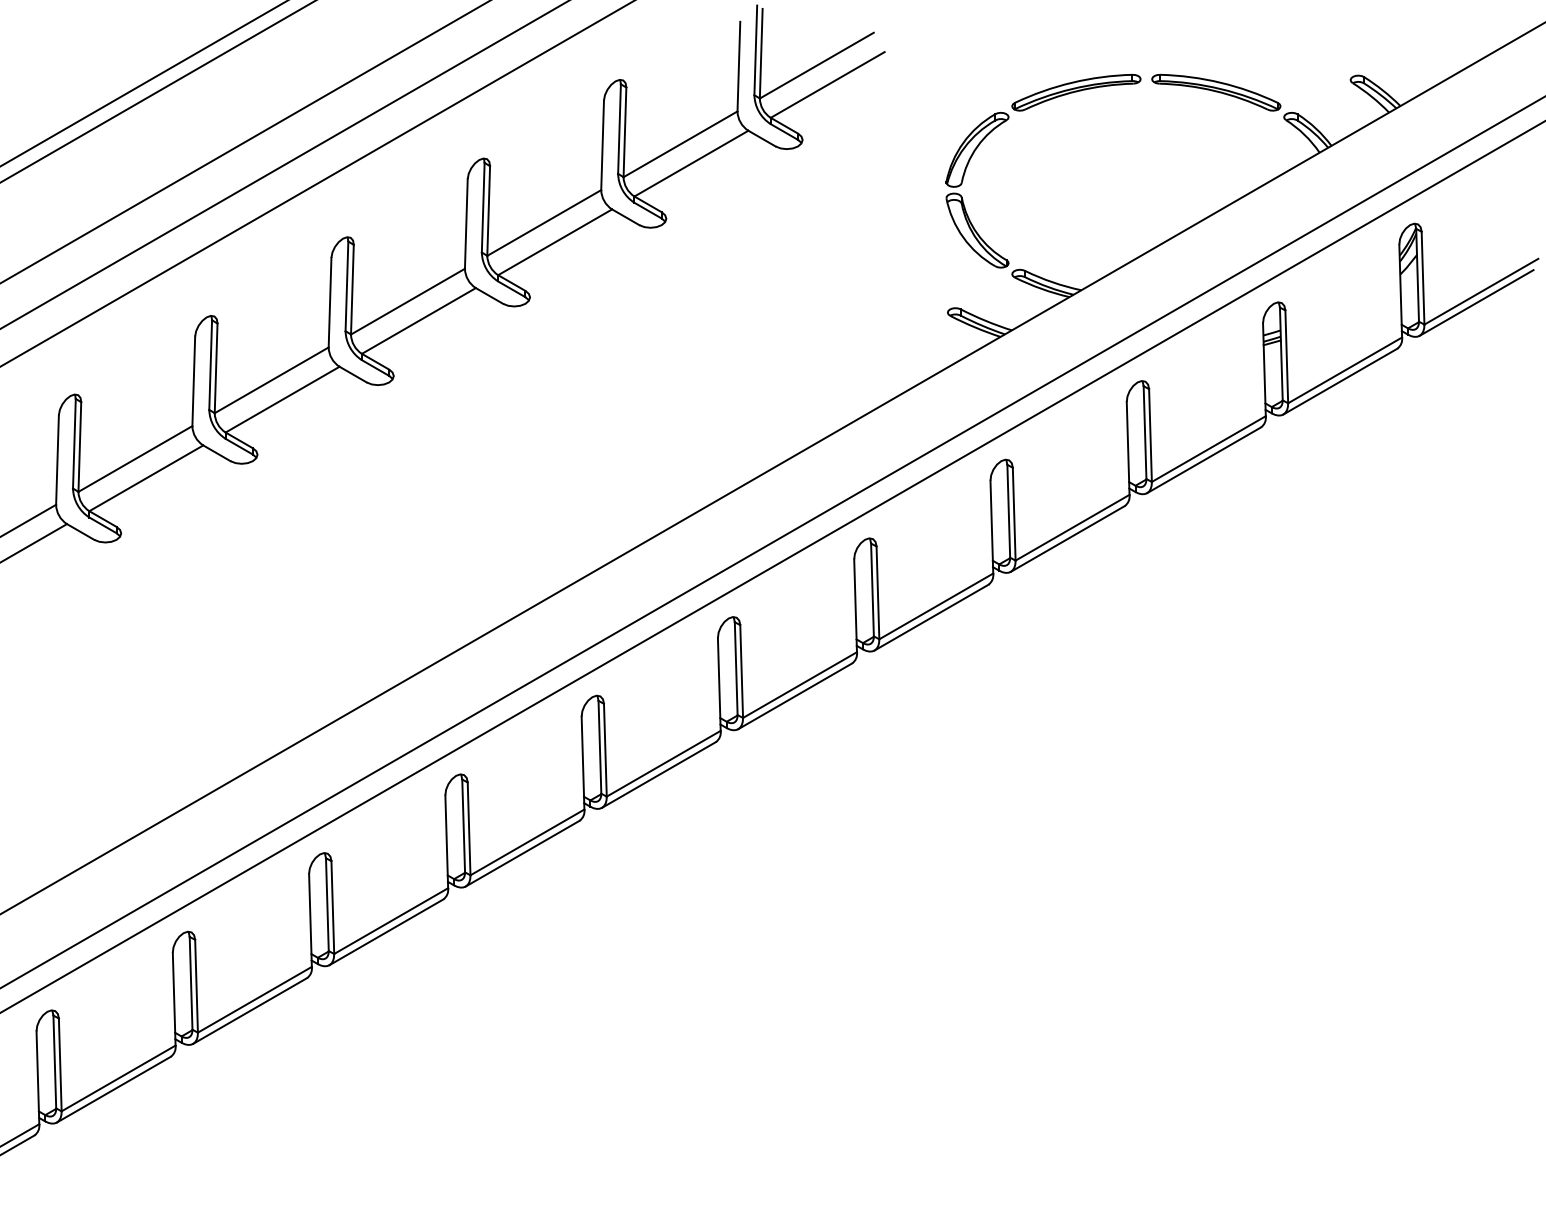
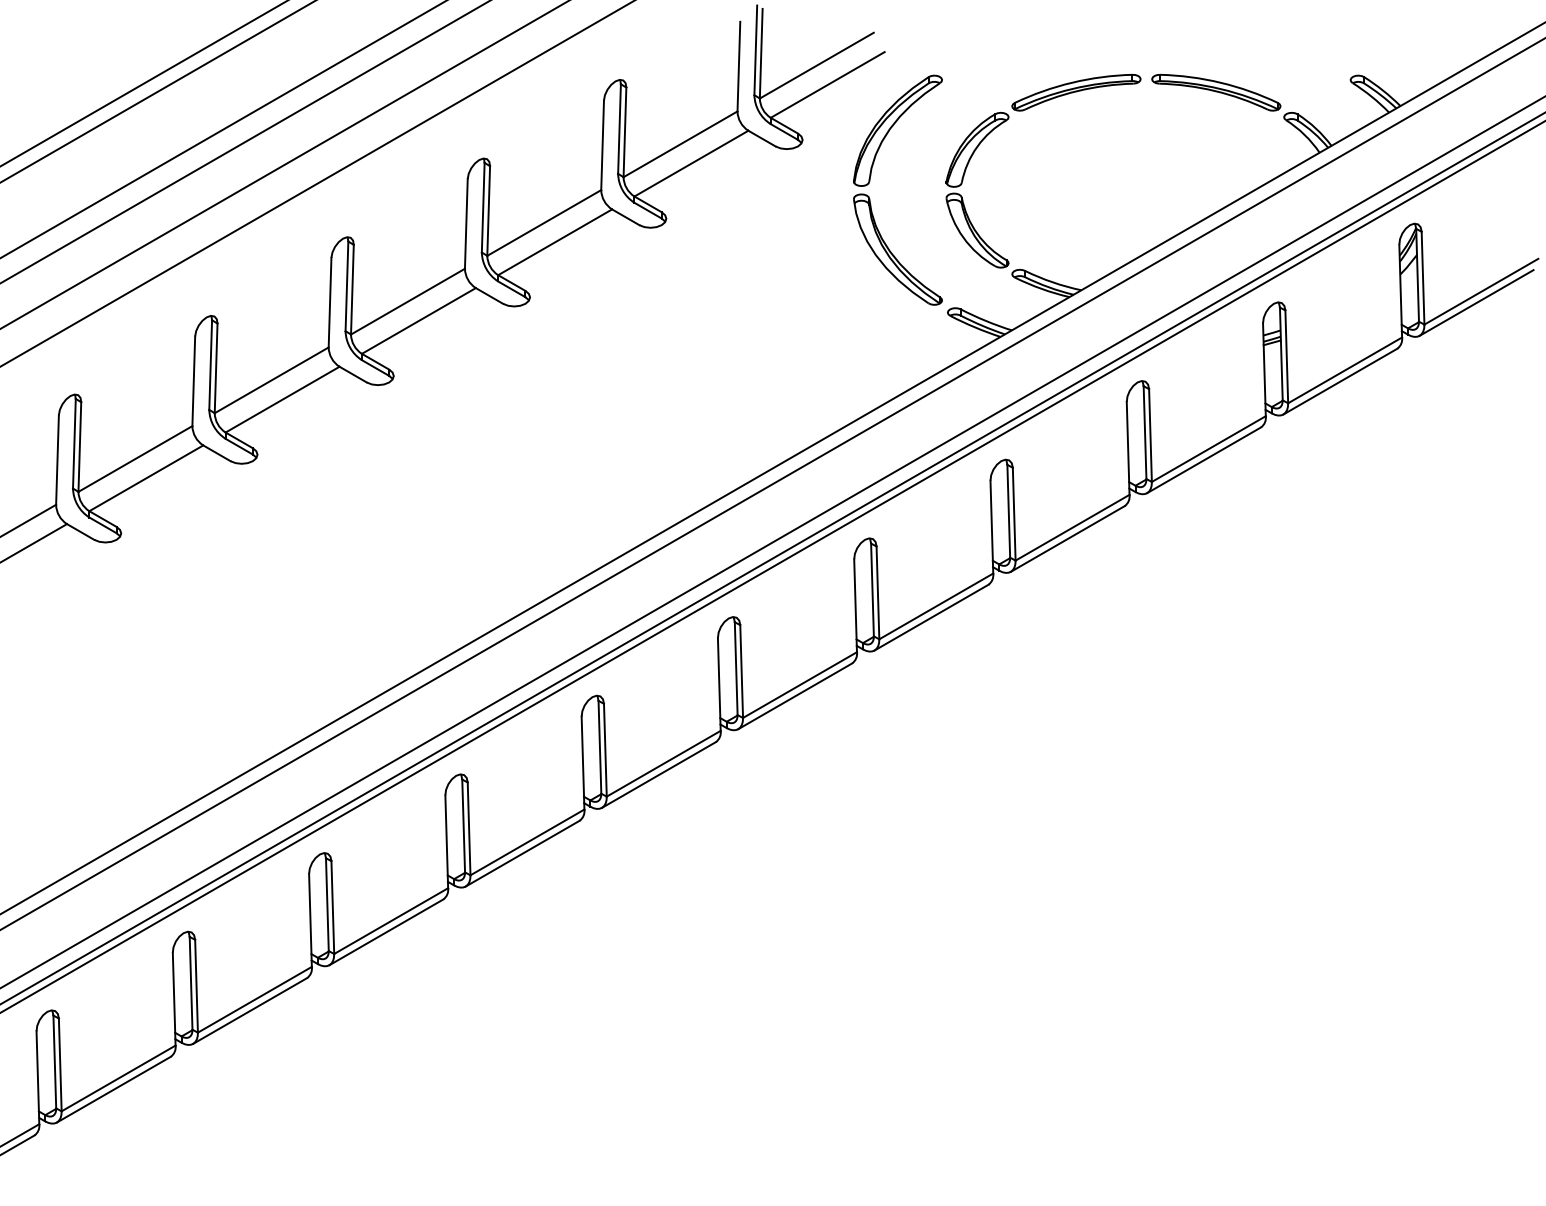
line at (222, 129): none -> present
part at (870, 181): none -> present
line at (772, 483): none -> present
line at (772, 558): none -> present
